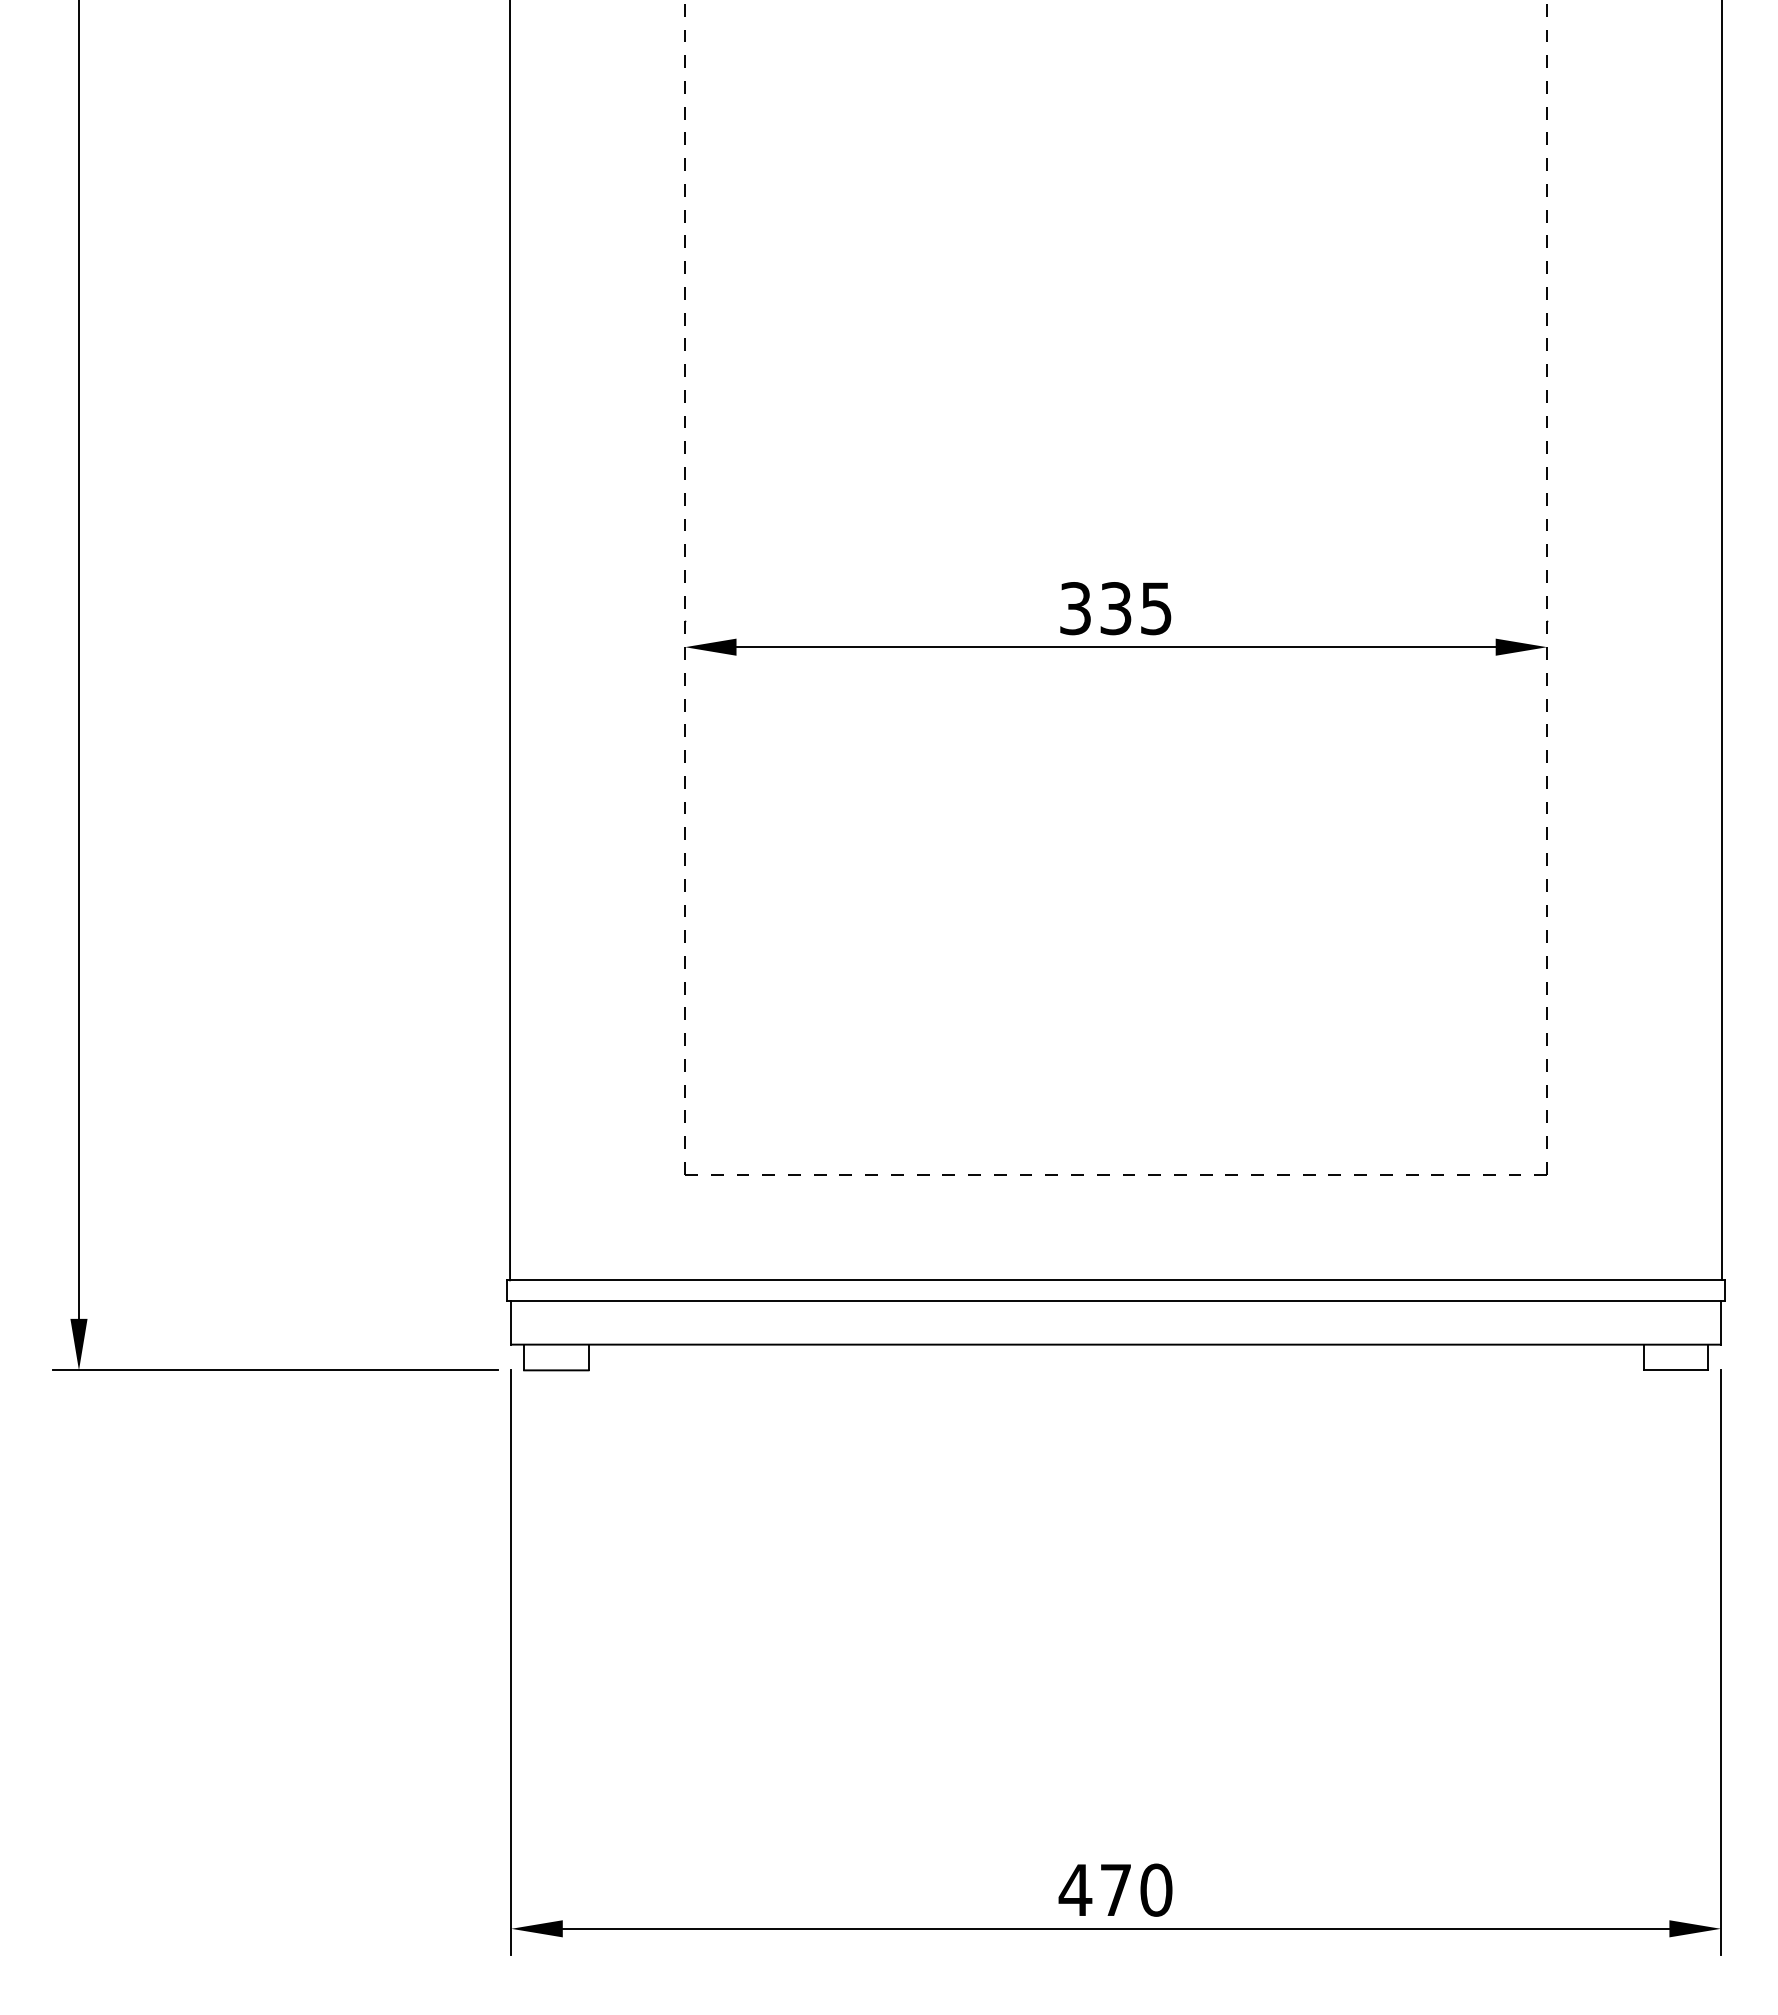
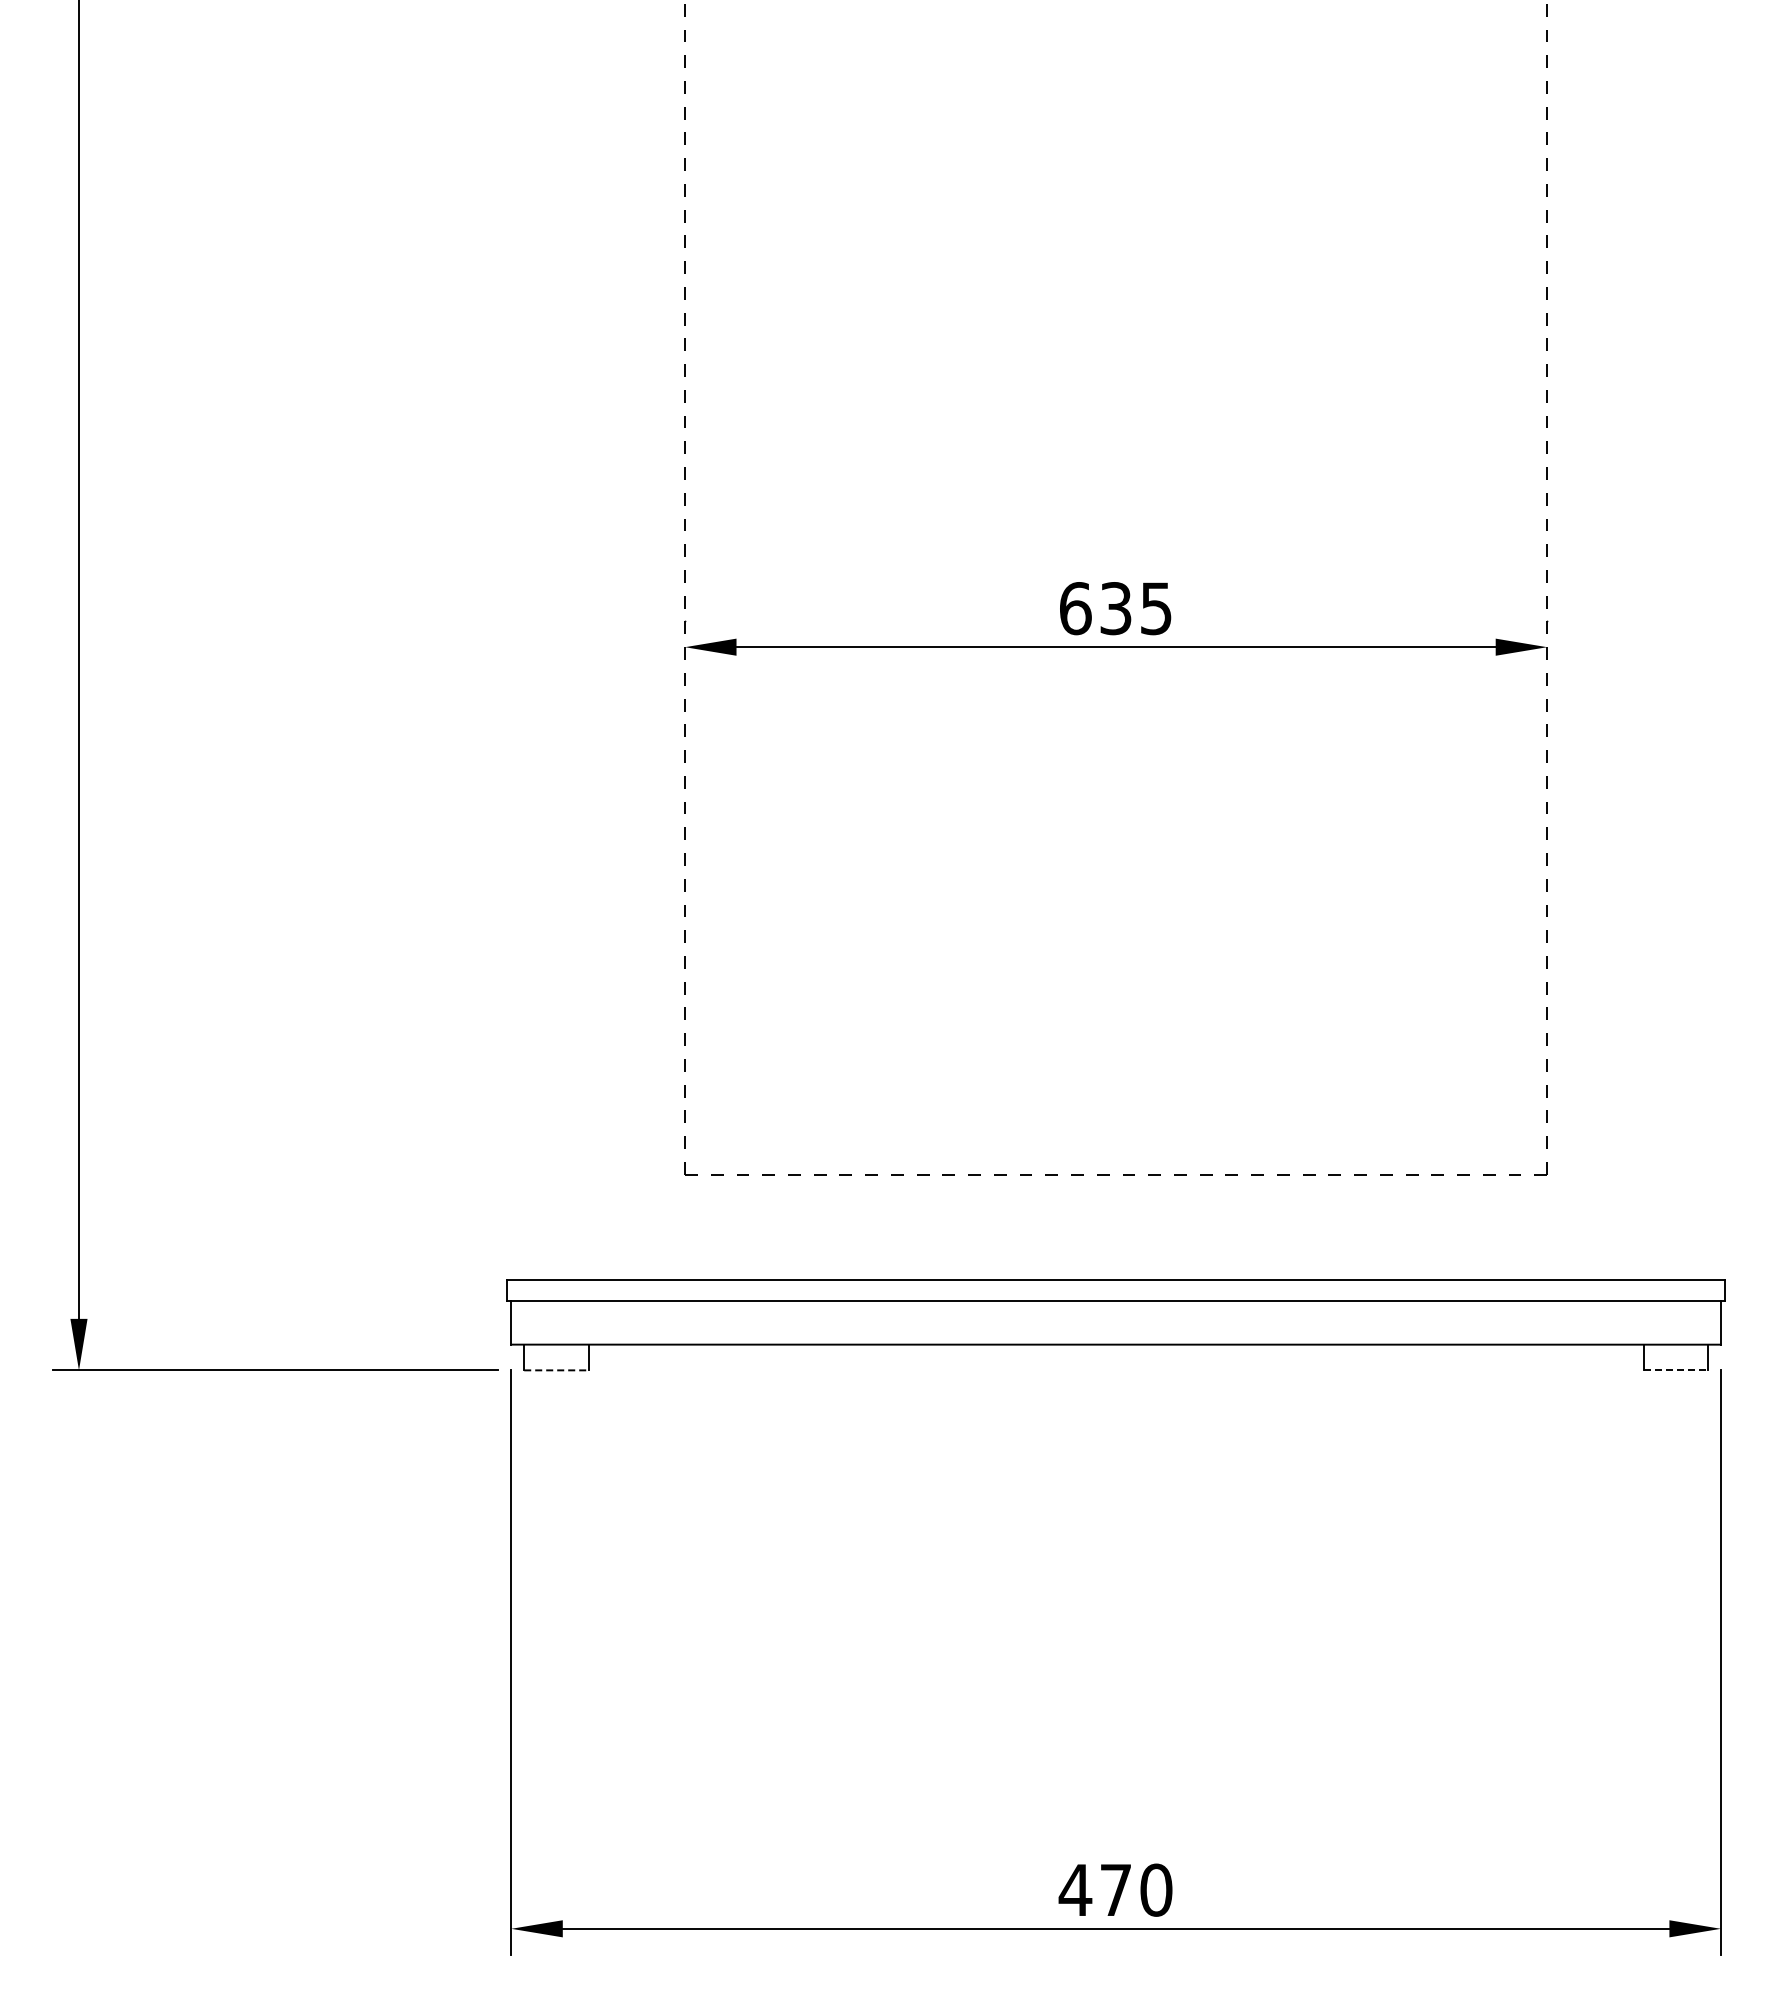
text at (1075, 608): 335 -> 635
line at (510, 641): present -> none
line at (1722, 641): present -> none
line at (556, 1370): solid -> dashed
line at (1676, 1370): solid -> dashed
